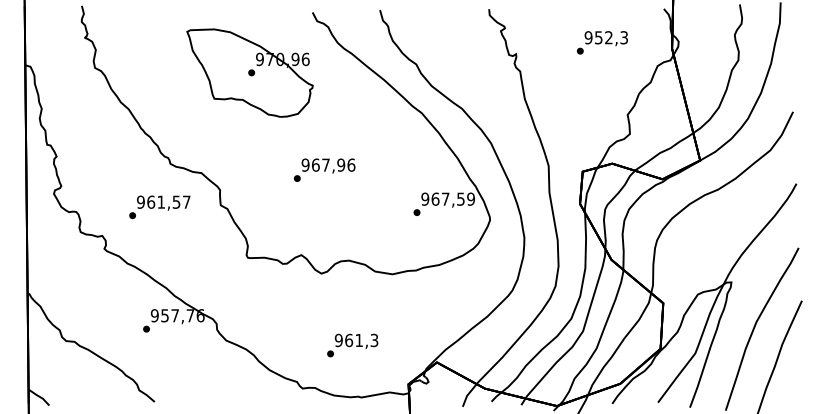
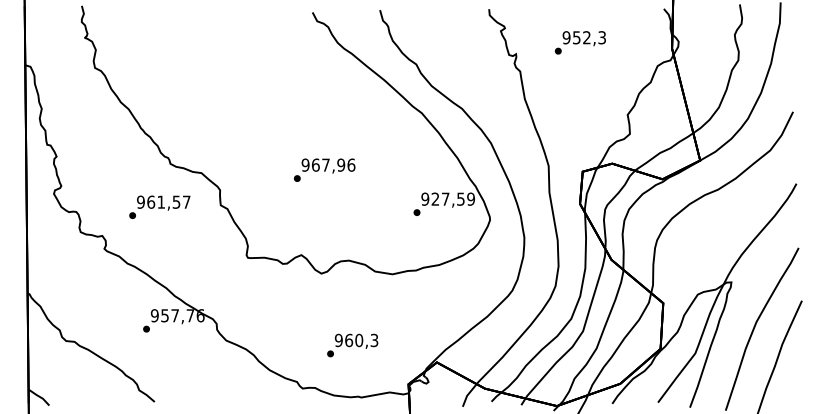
text at (601, 42) position: (601, 42) -> (579, 42)
part at (249, 72): present -> none
text at (435, 198): 967,59 -> 927,59
text at (359, 340): 961,3 -> 960,3
